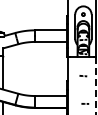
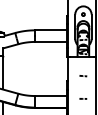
line at (95, 85): dashed -> solid
line at (85, 103) position: (85, 103) -> (83, 98)
